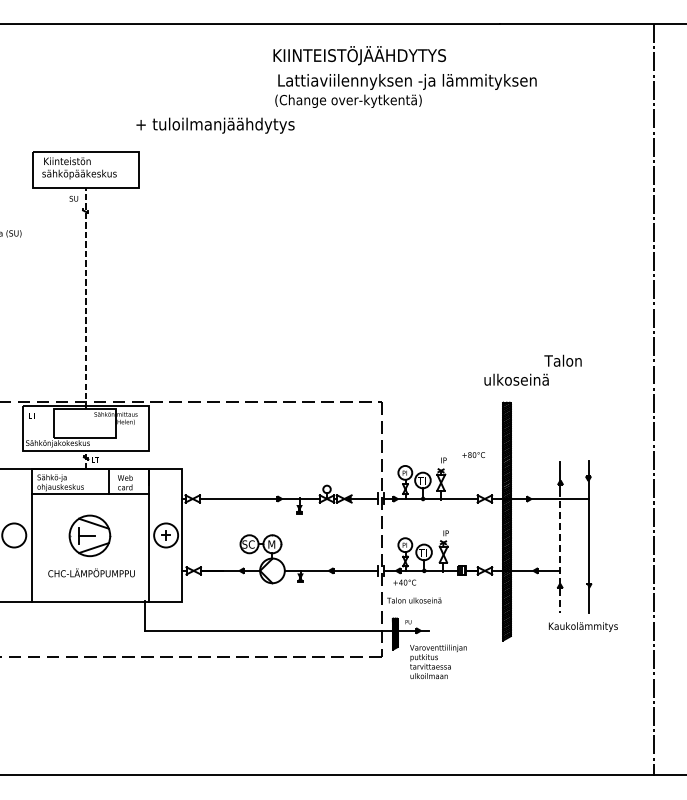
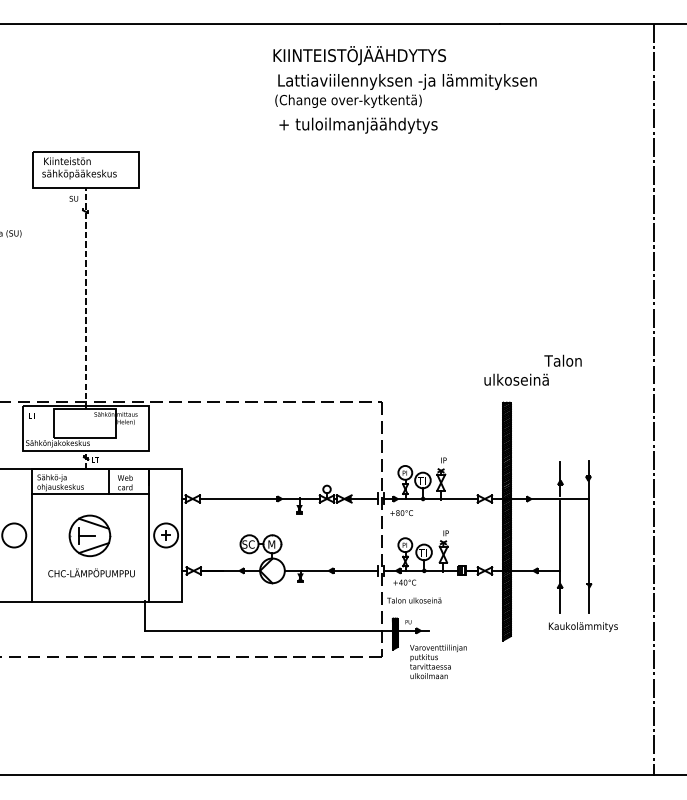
text at (215, 125) position: (215, 125) -> (358, 125)
text at (473, 454) position: (473, 454) -> (401, 512)
line at (560, 556): dashed -> solid
